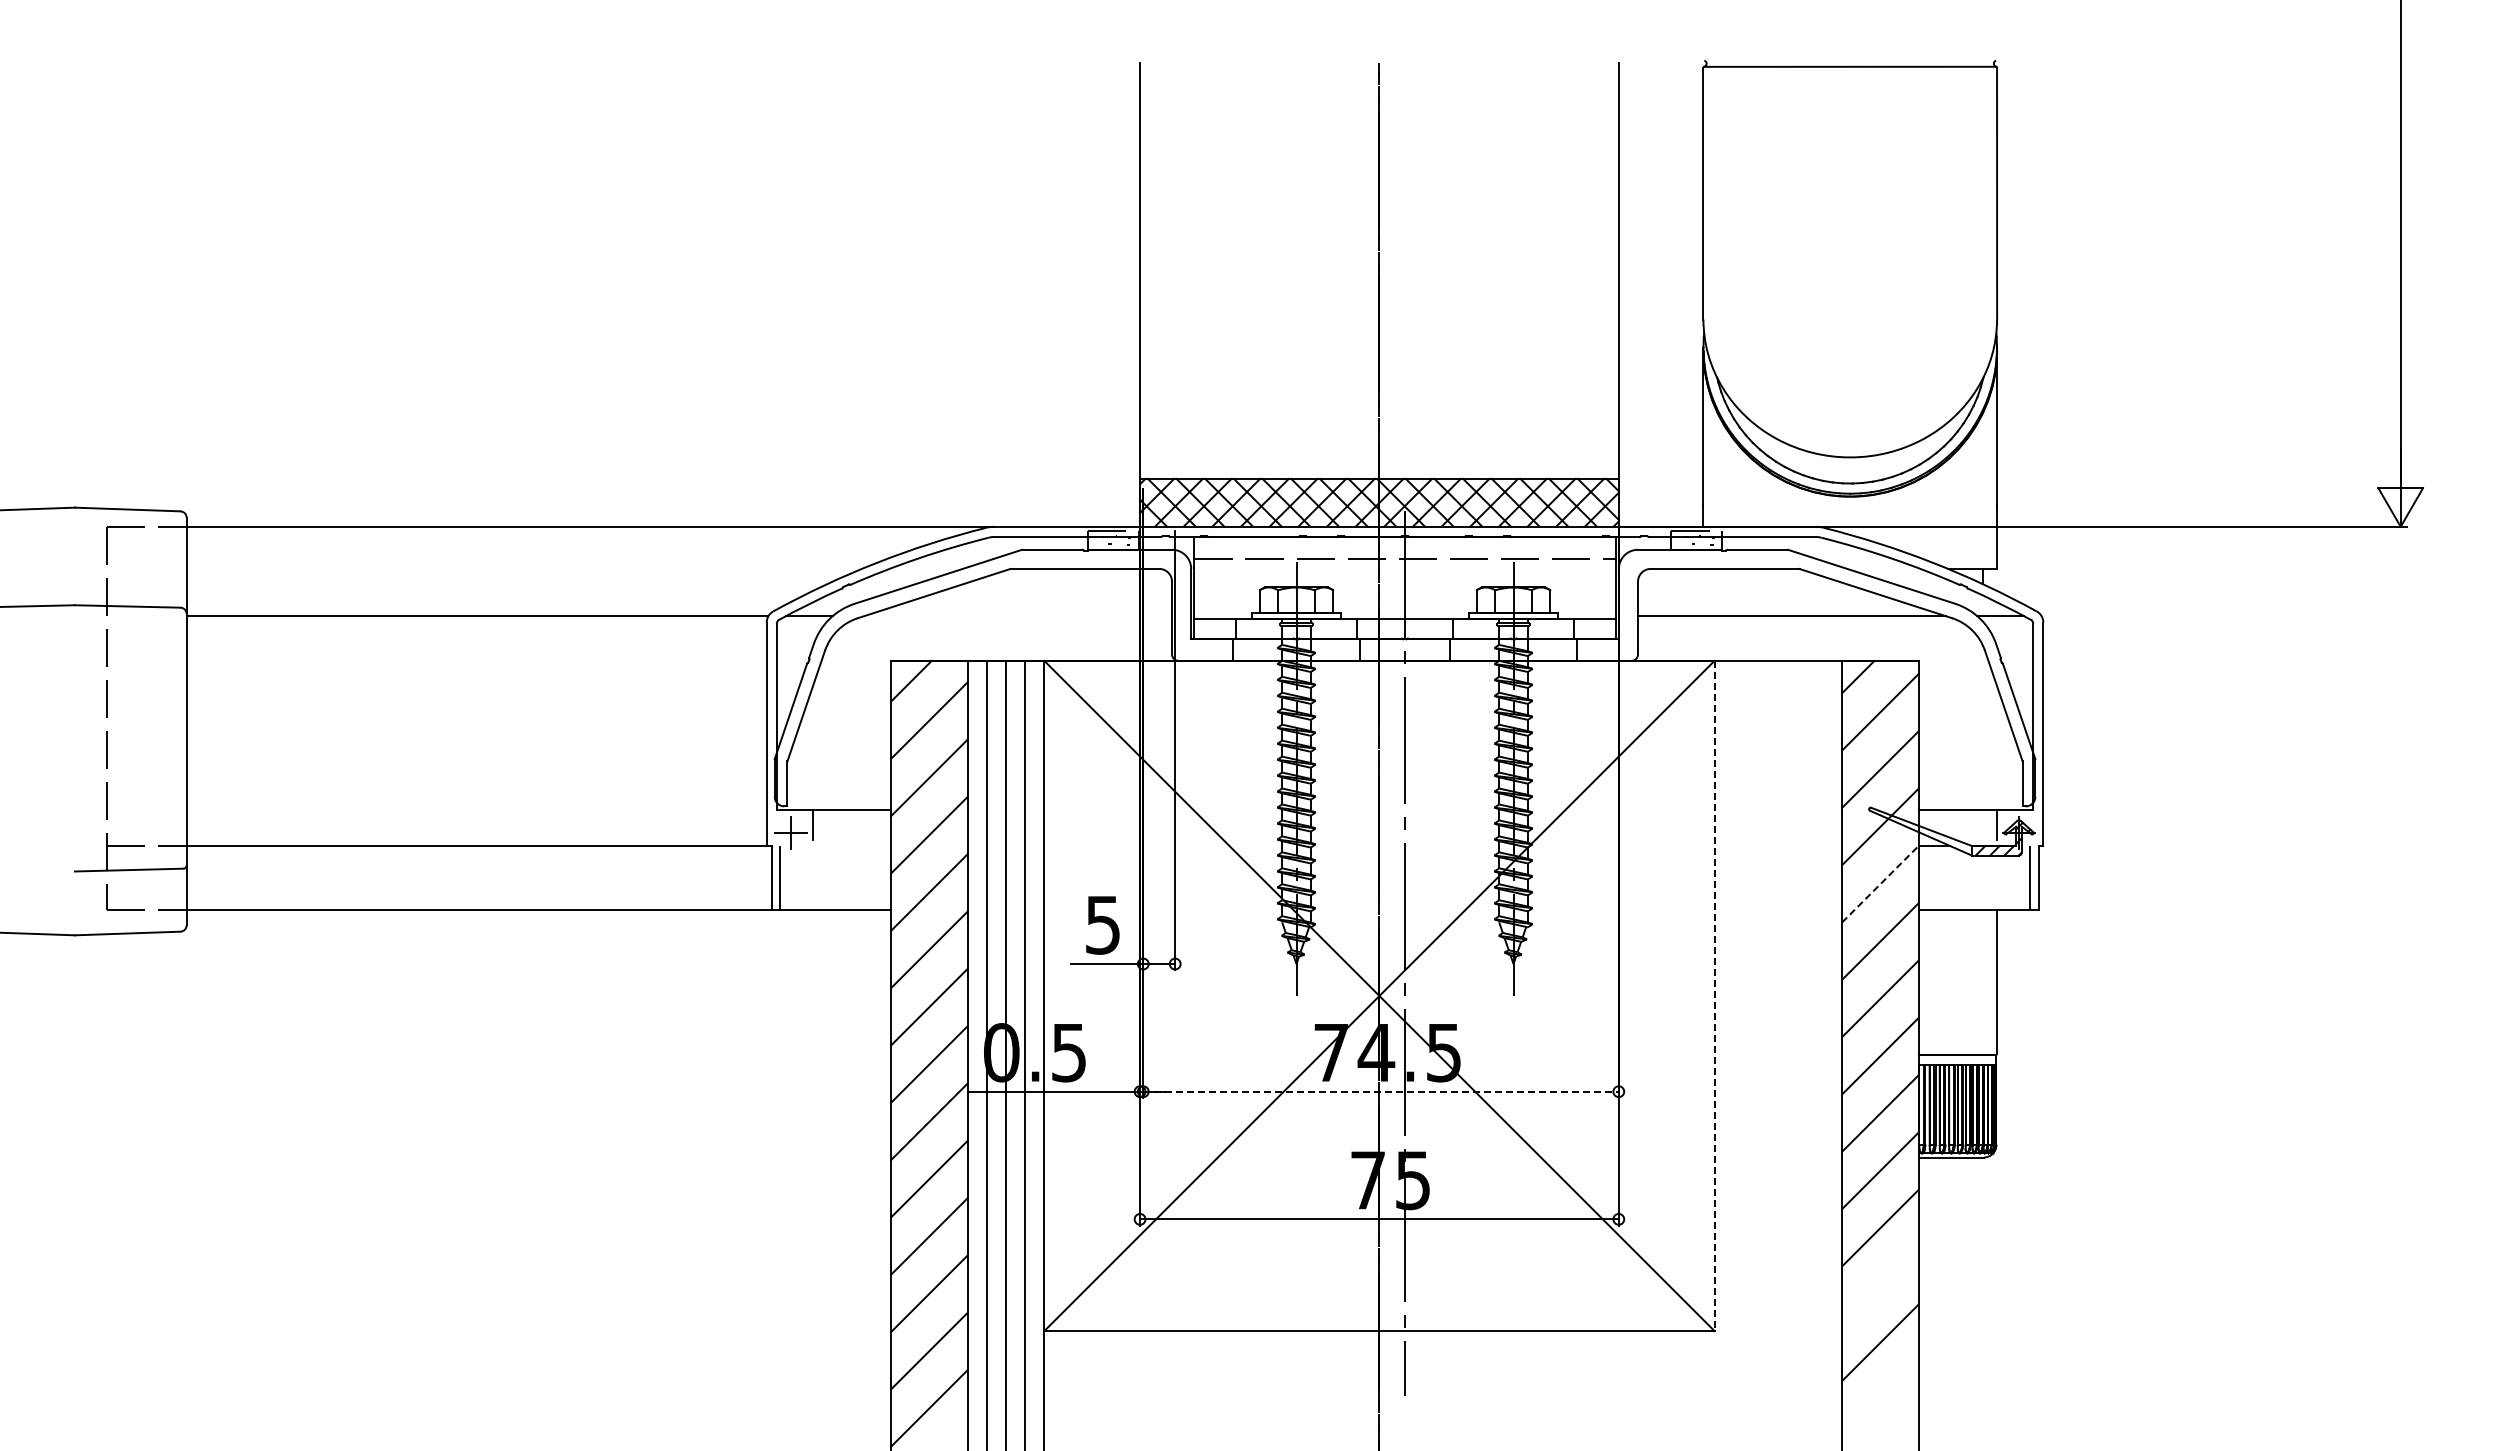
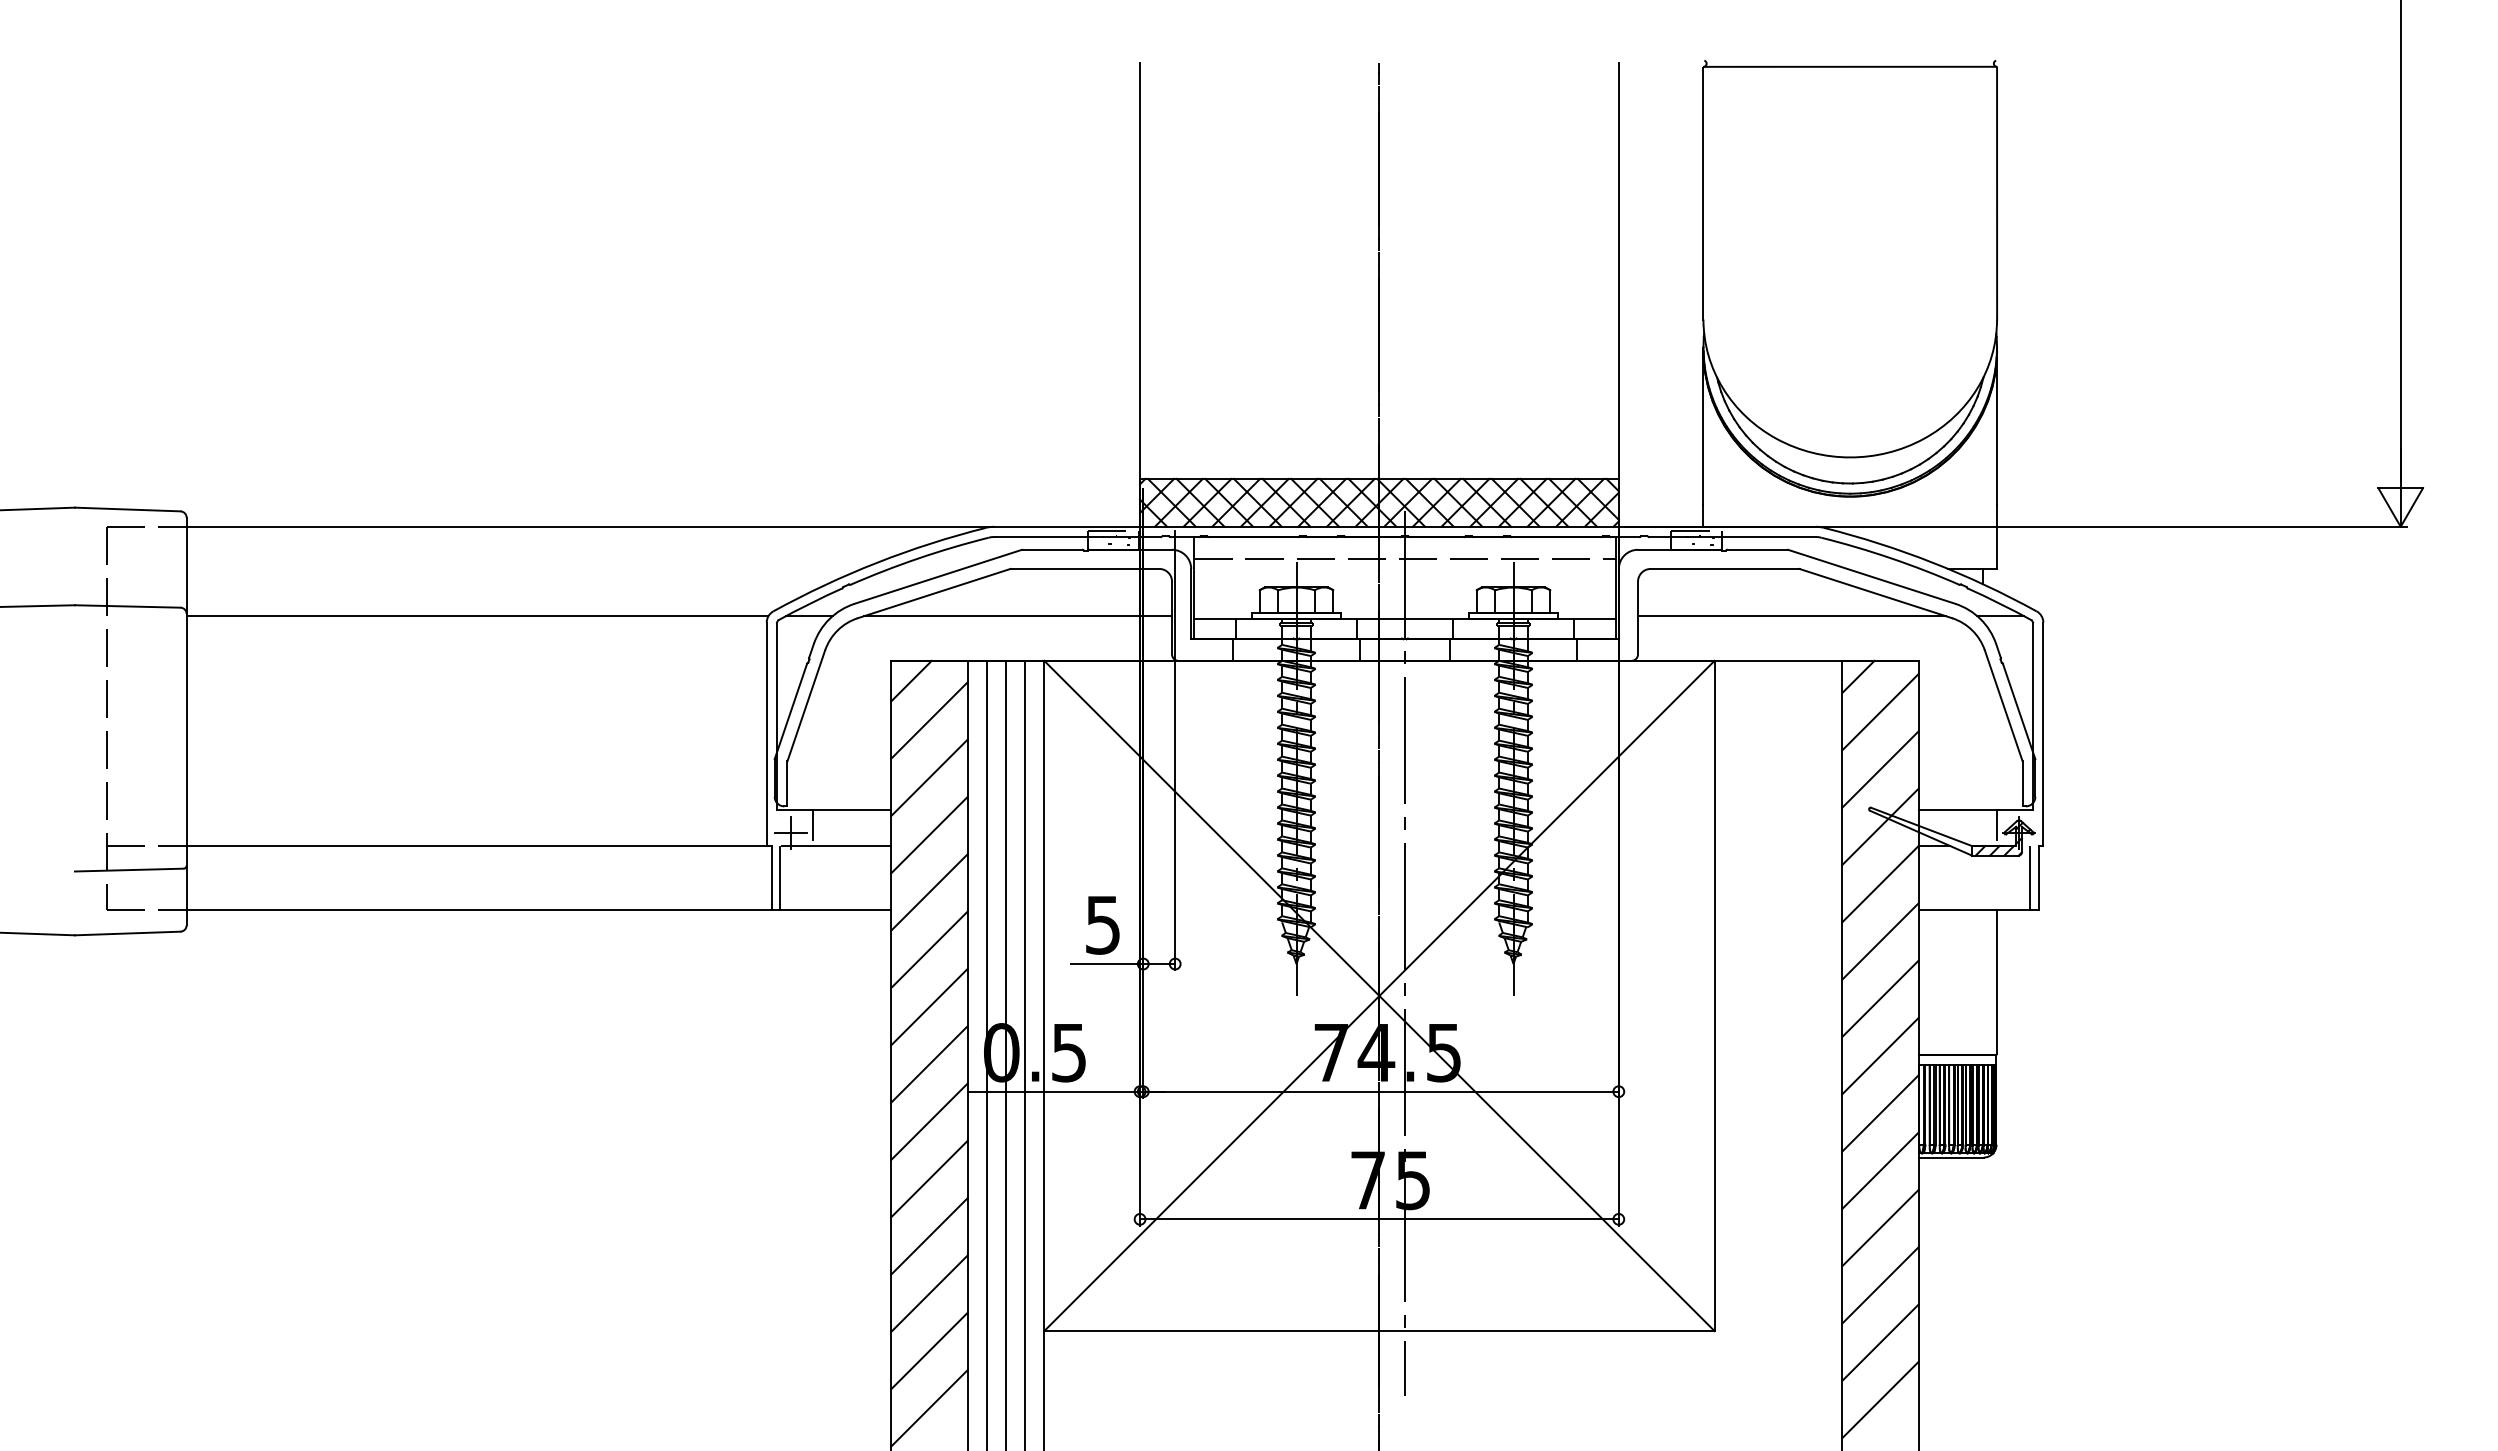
line at (1018, 616): none -> present
line at (836, 845): none -> present
line at (1880, 883): dashed -> solid
line at (1714, 996): dashed -> solid
line at (1381, 1091): dashed -> solid
line at (1880, 1285): none -> present
line at (1880, 1399): none -> present
